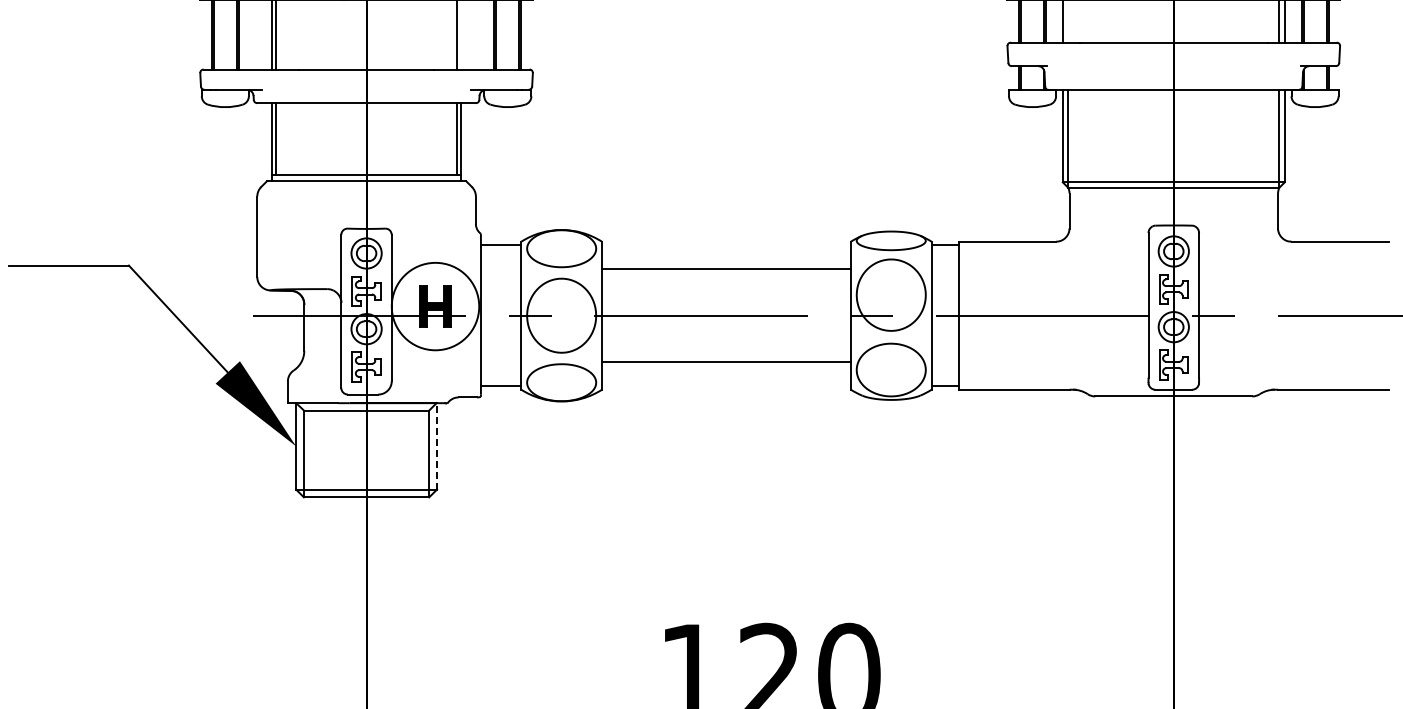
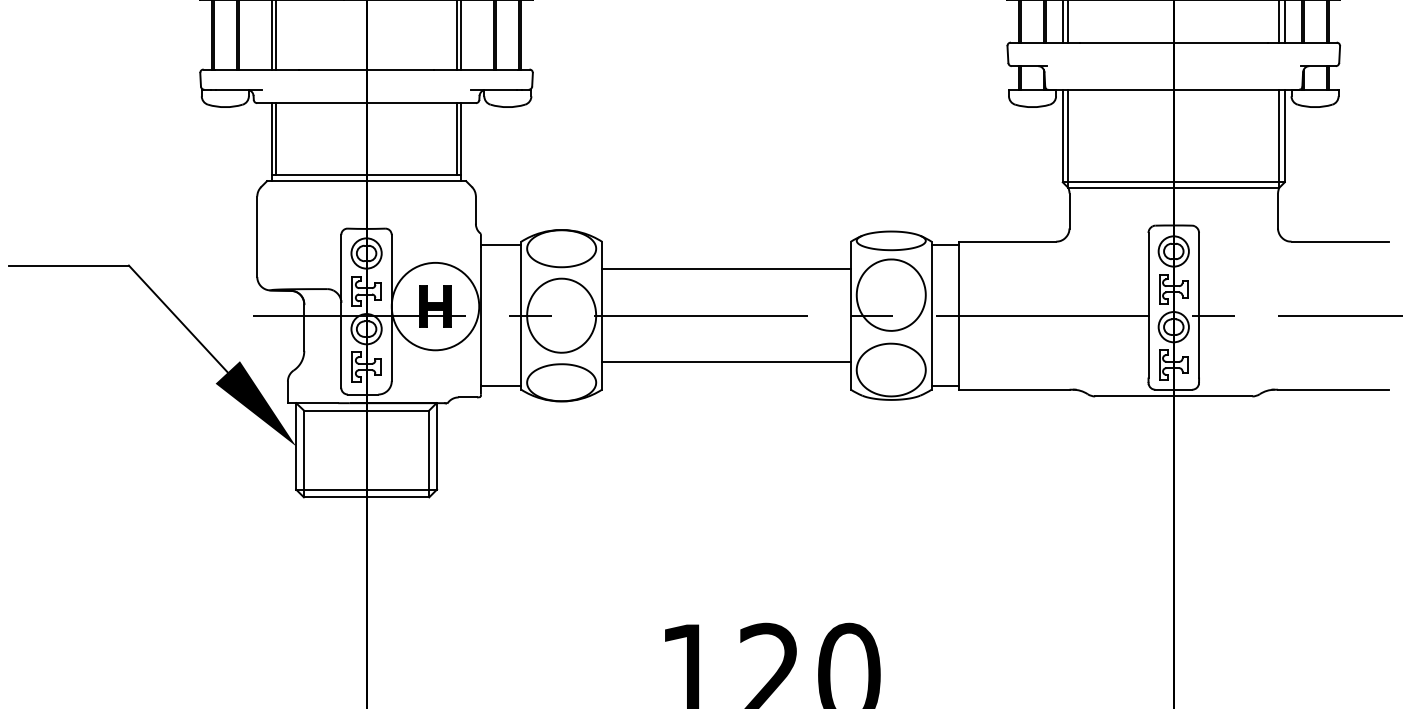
line at (1068, 22): none -> present
line at (460, 35): none -> present
line at (437, 445): dashed -> solid
